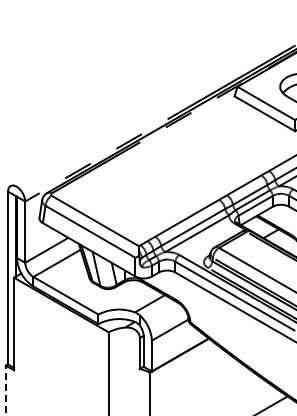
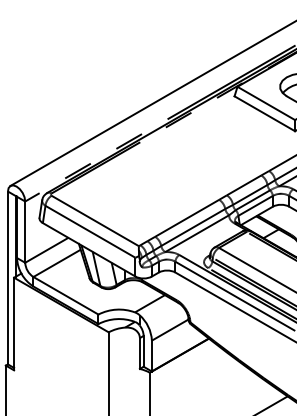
line at (151, 103): none -> present
line at (5, 390): dashed -> solid
